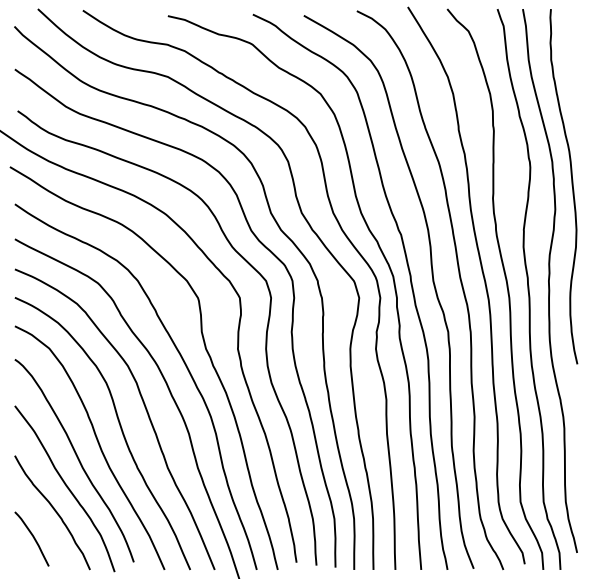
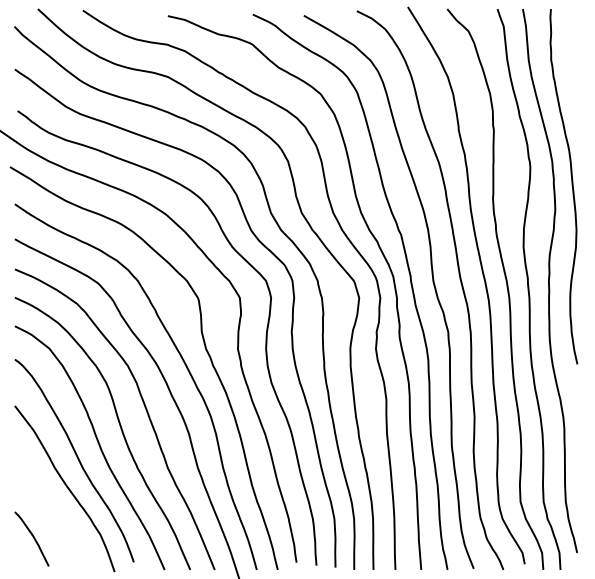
curve at (54, 511): present -> none
